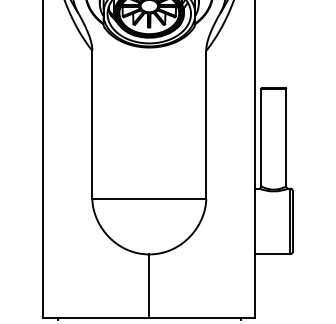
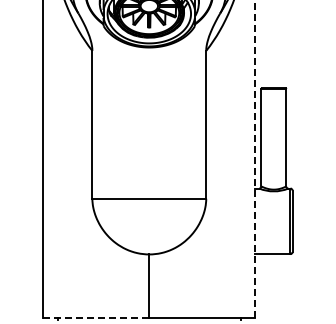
line at (255, 158): solid -> dashed
line at (96, 317): solid -> dashed
